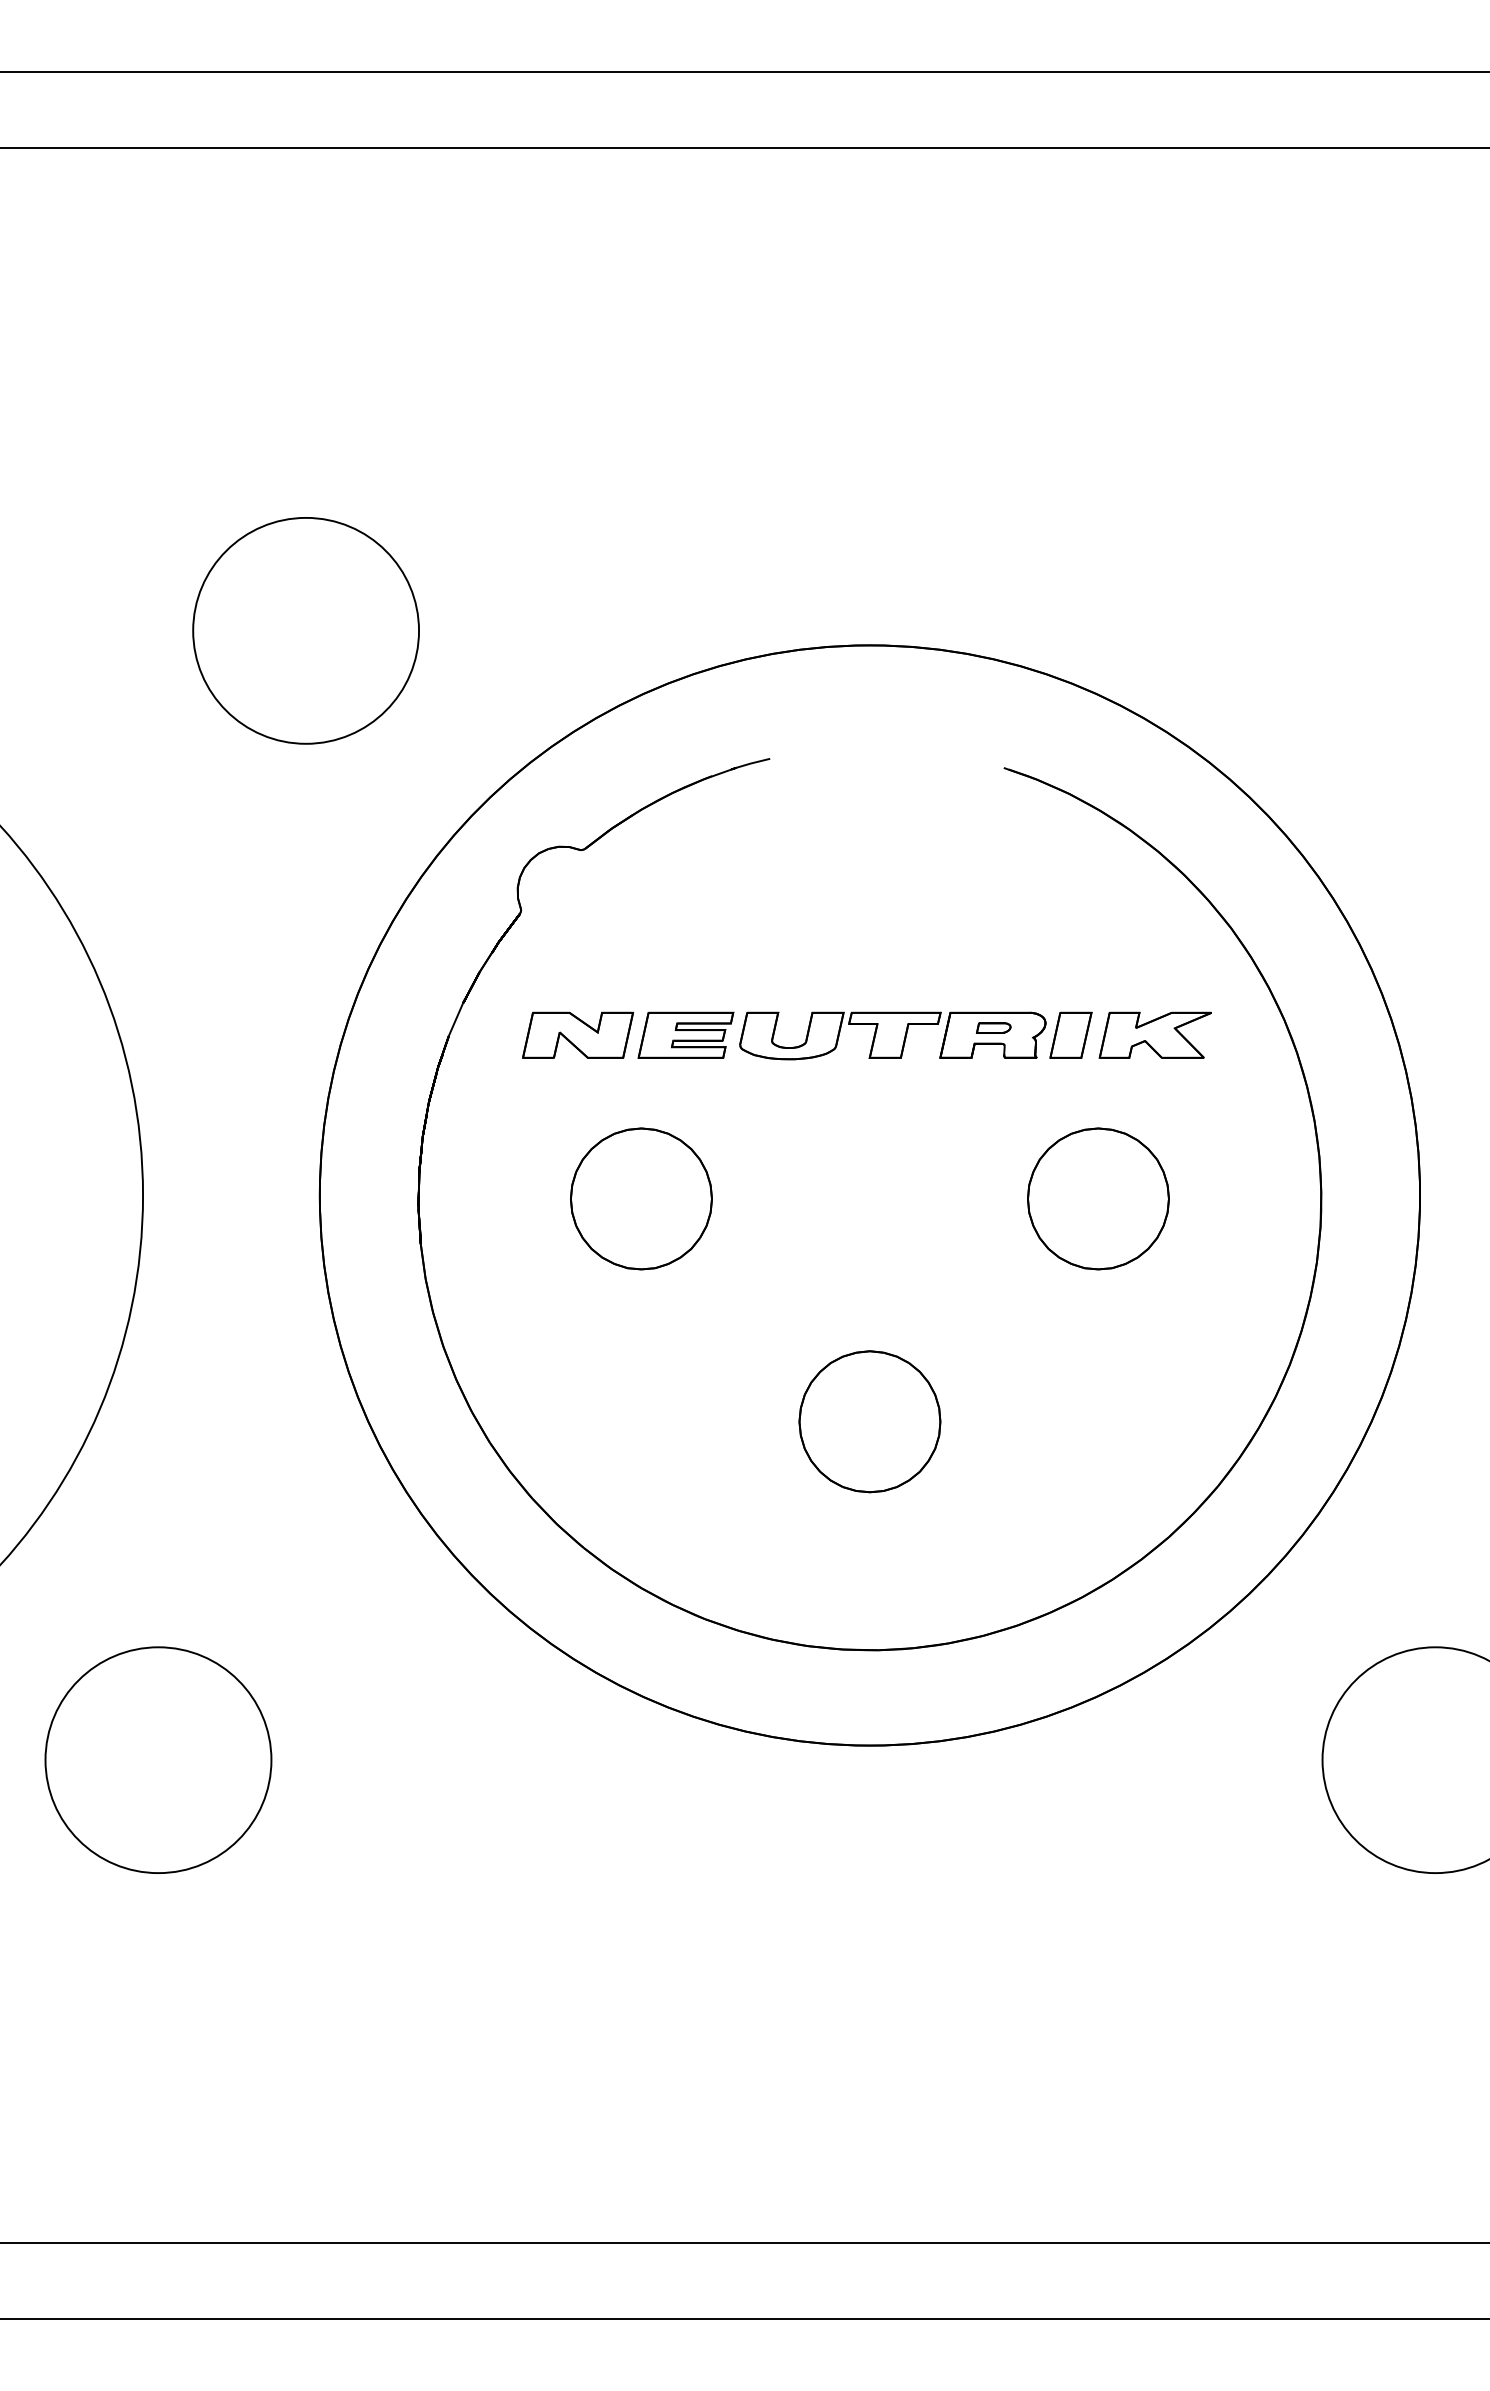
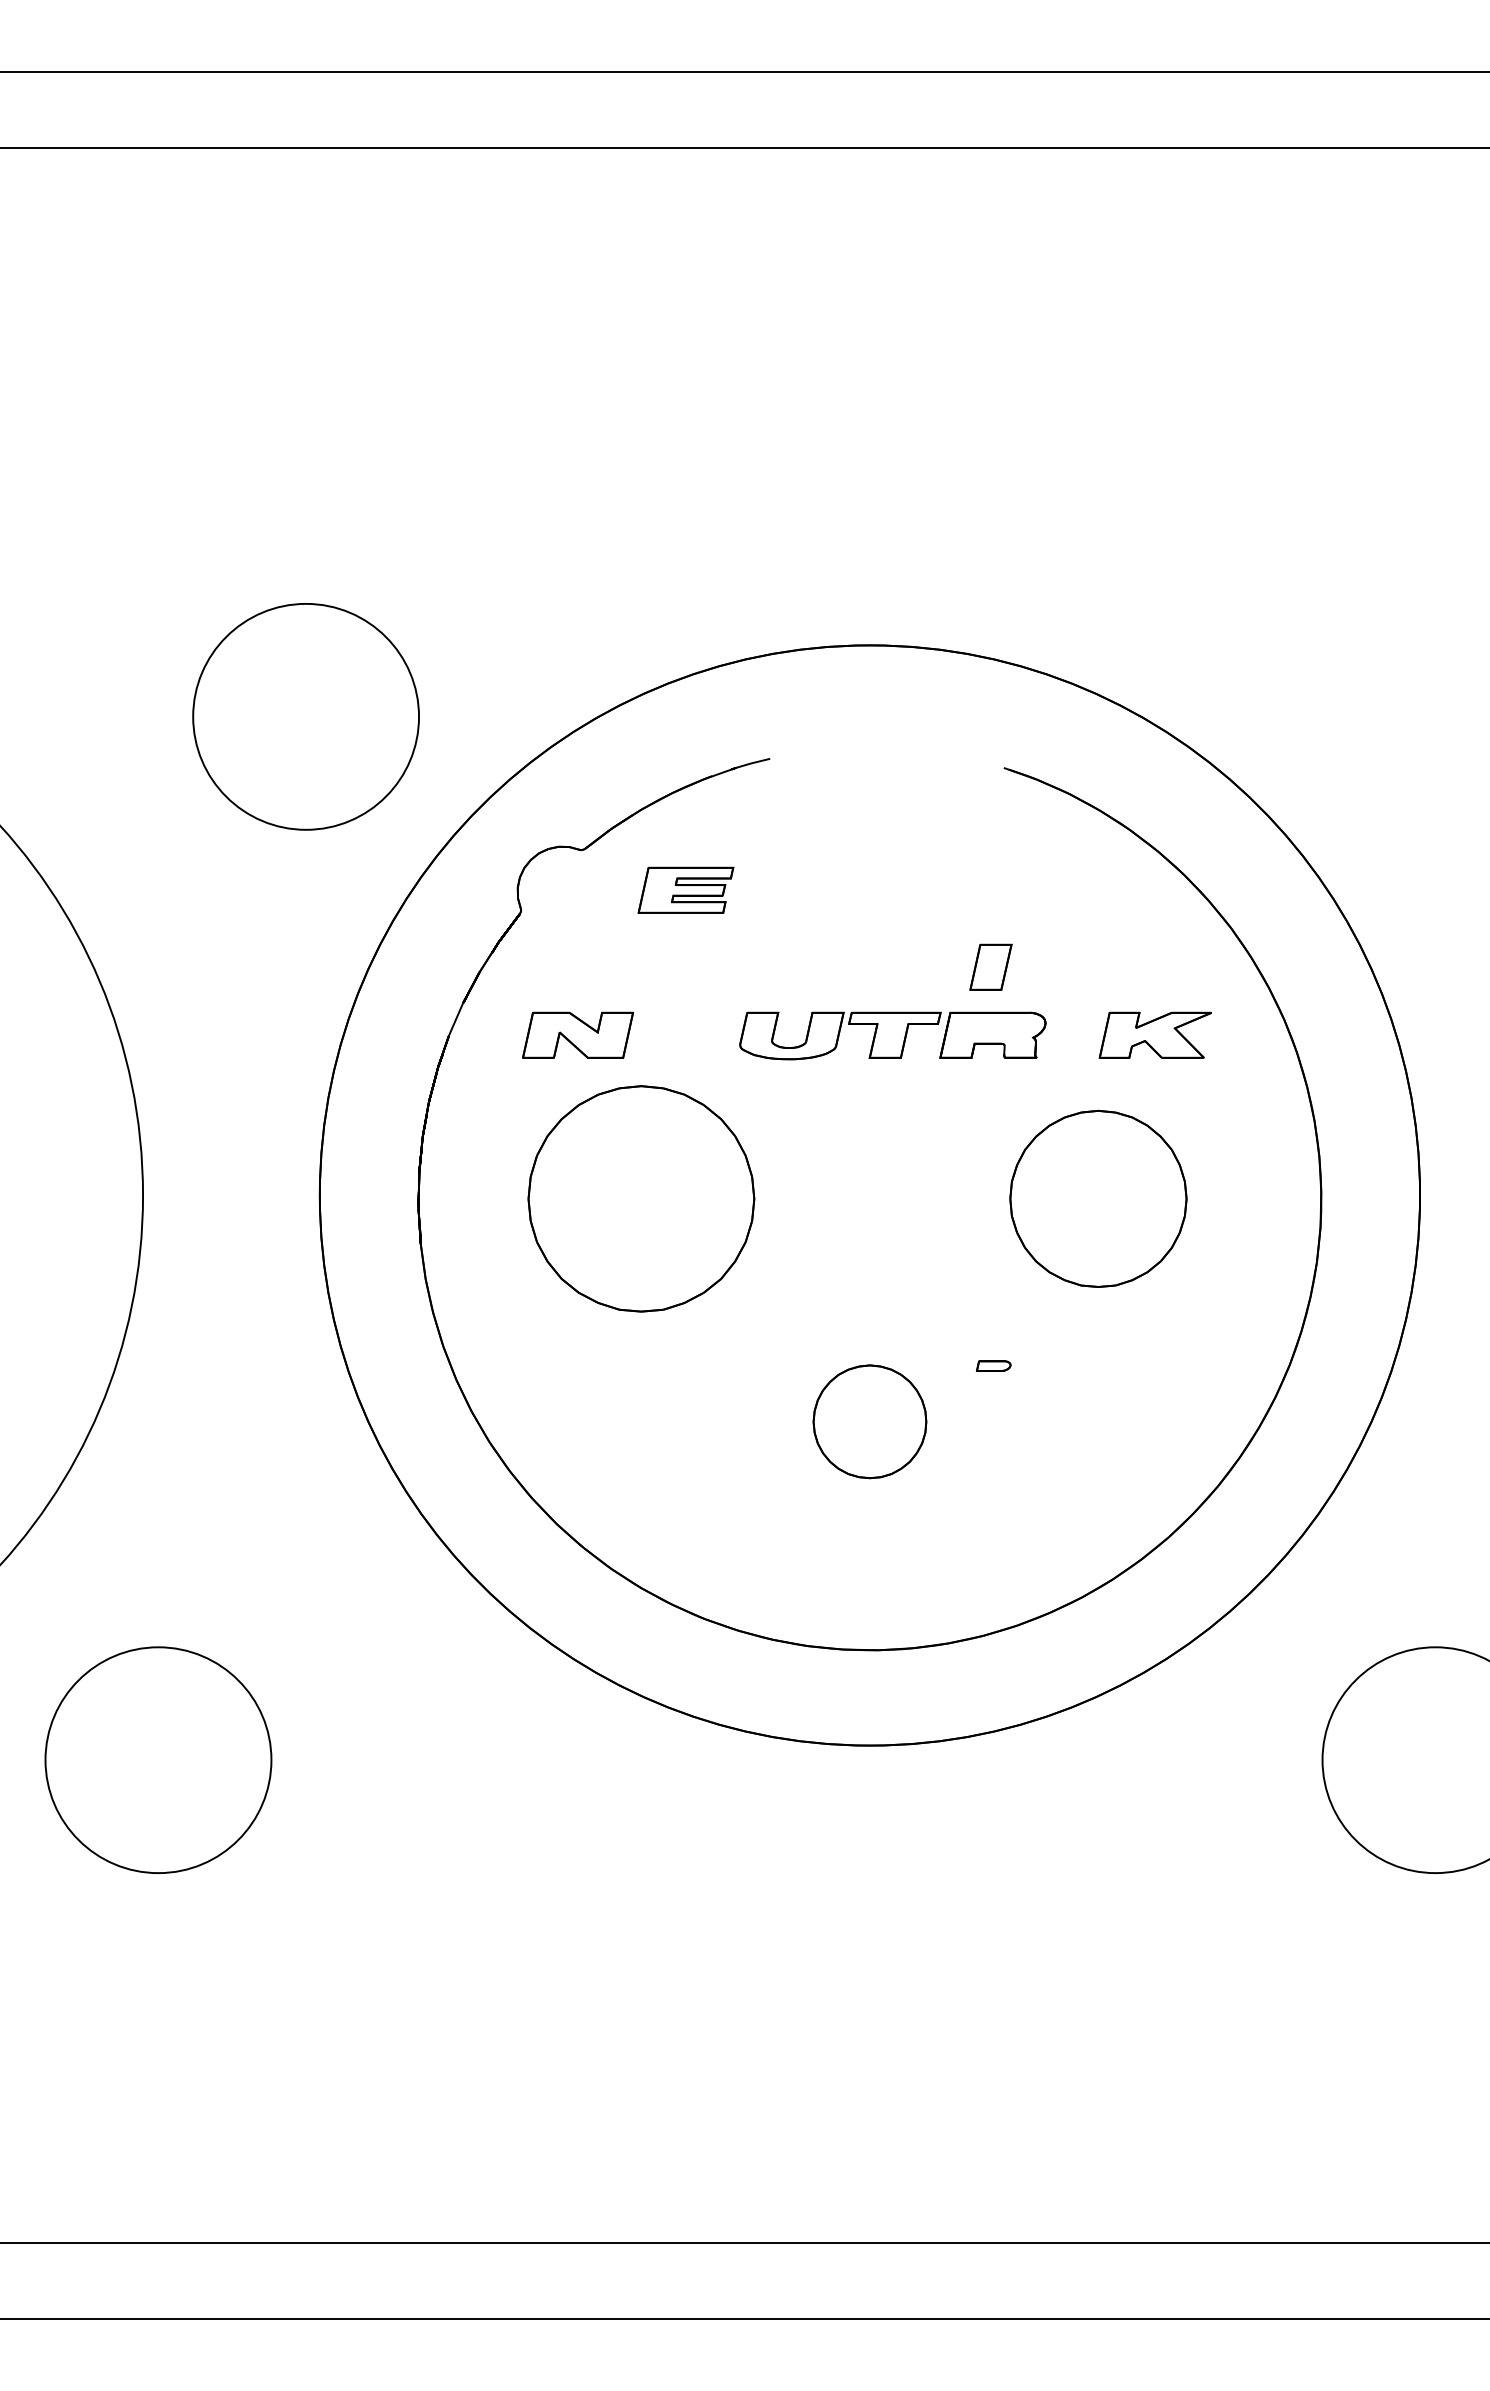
part at (305, 630) position: (305, 630) -> (305, 716)
part at (993, 1027) position: (993, 1027) -> (993, 1365)
part at (685, 1034) position: (685, 1034) -> (685, 889)
part at (1070, 1034) position: (1070, 1034) -> (990, 966)
part at (641, 1198) size: 143x144 px -> 229x228 px
part at (1098, 1198) size: 143x144 px -> 179x179 px
part at (869, 1421) size: 144x144 px -> 116x116 px
